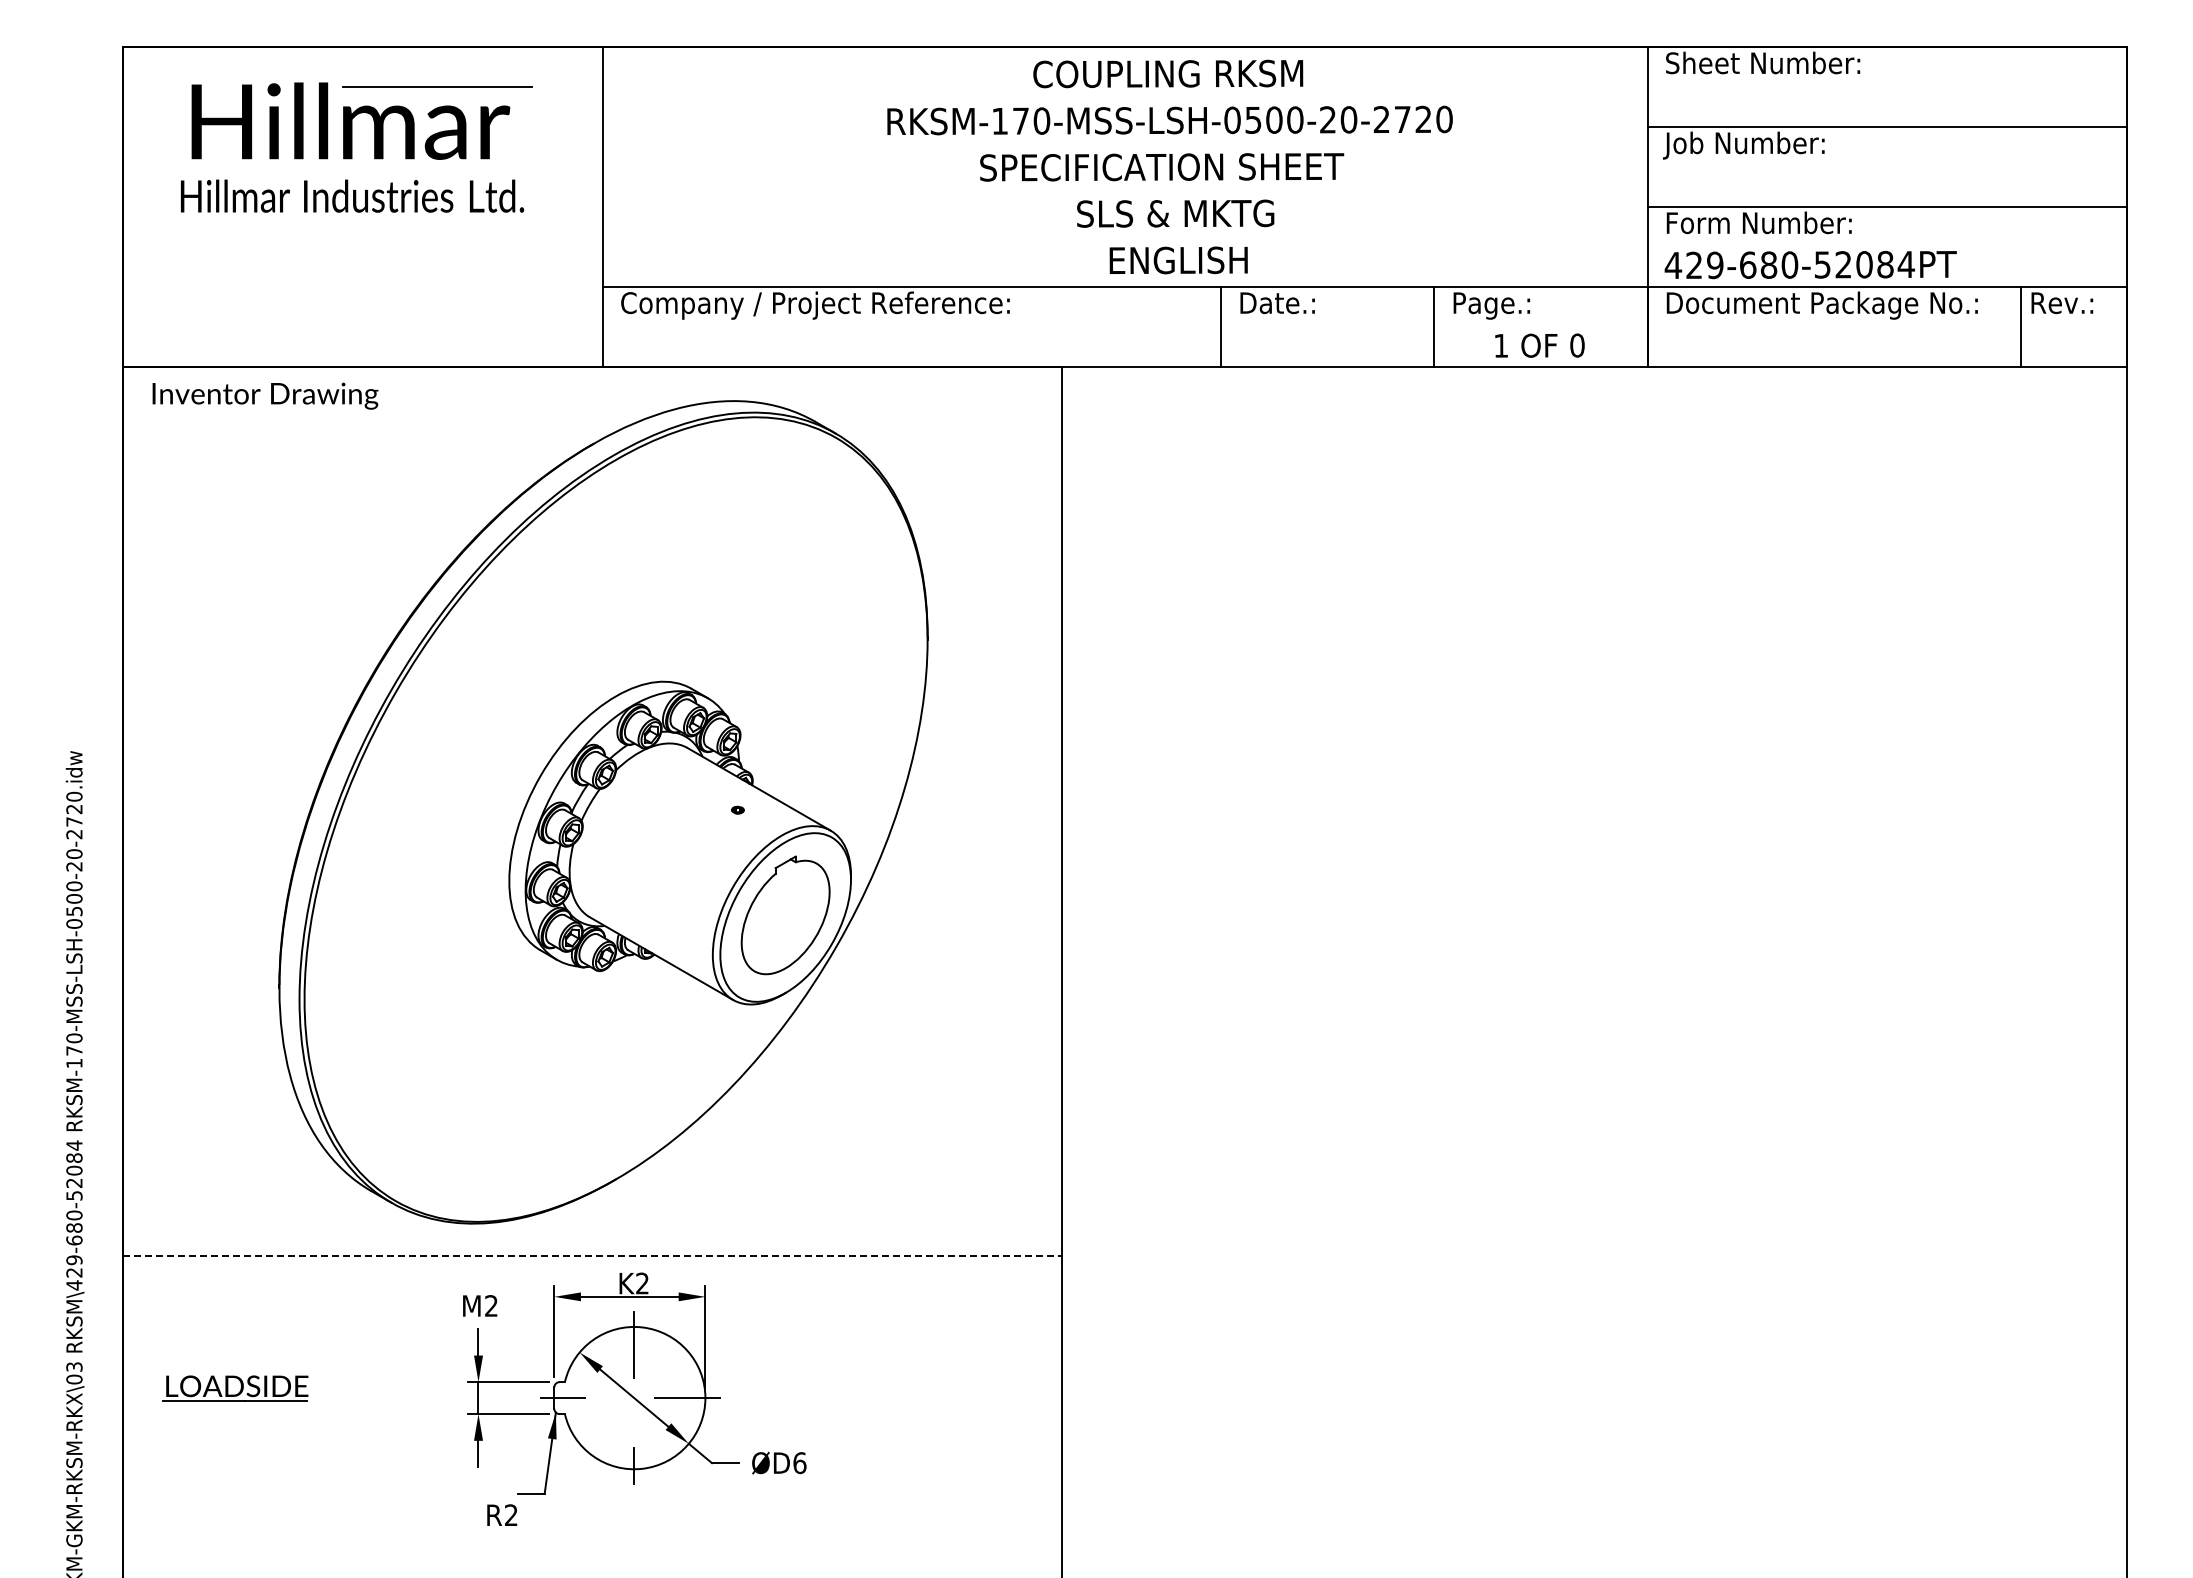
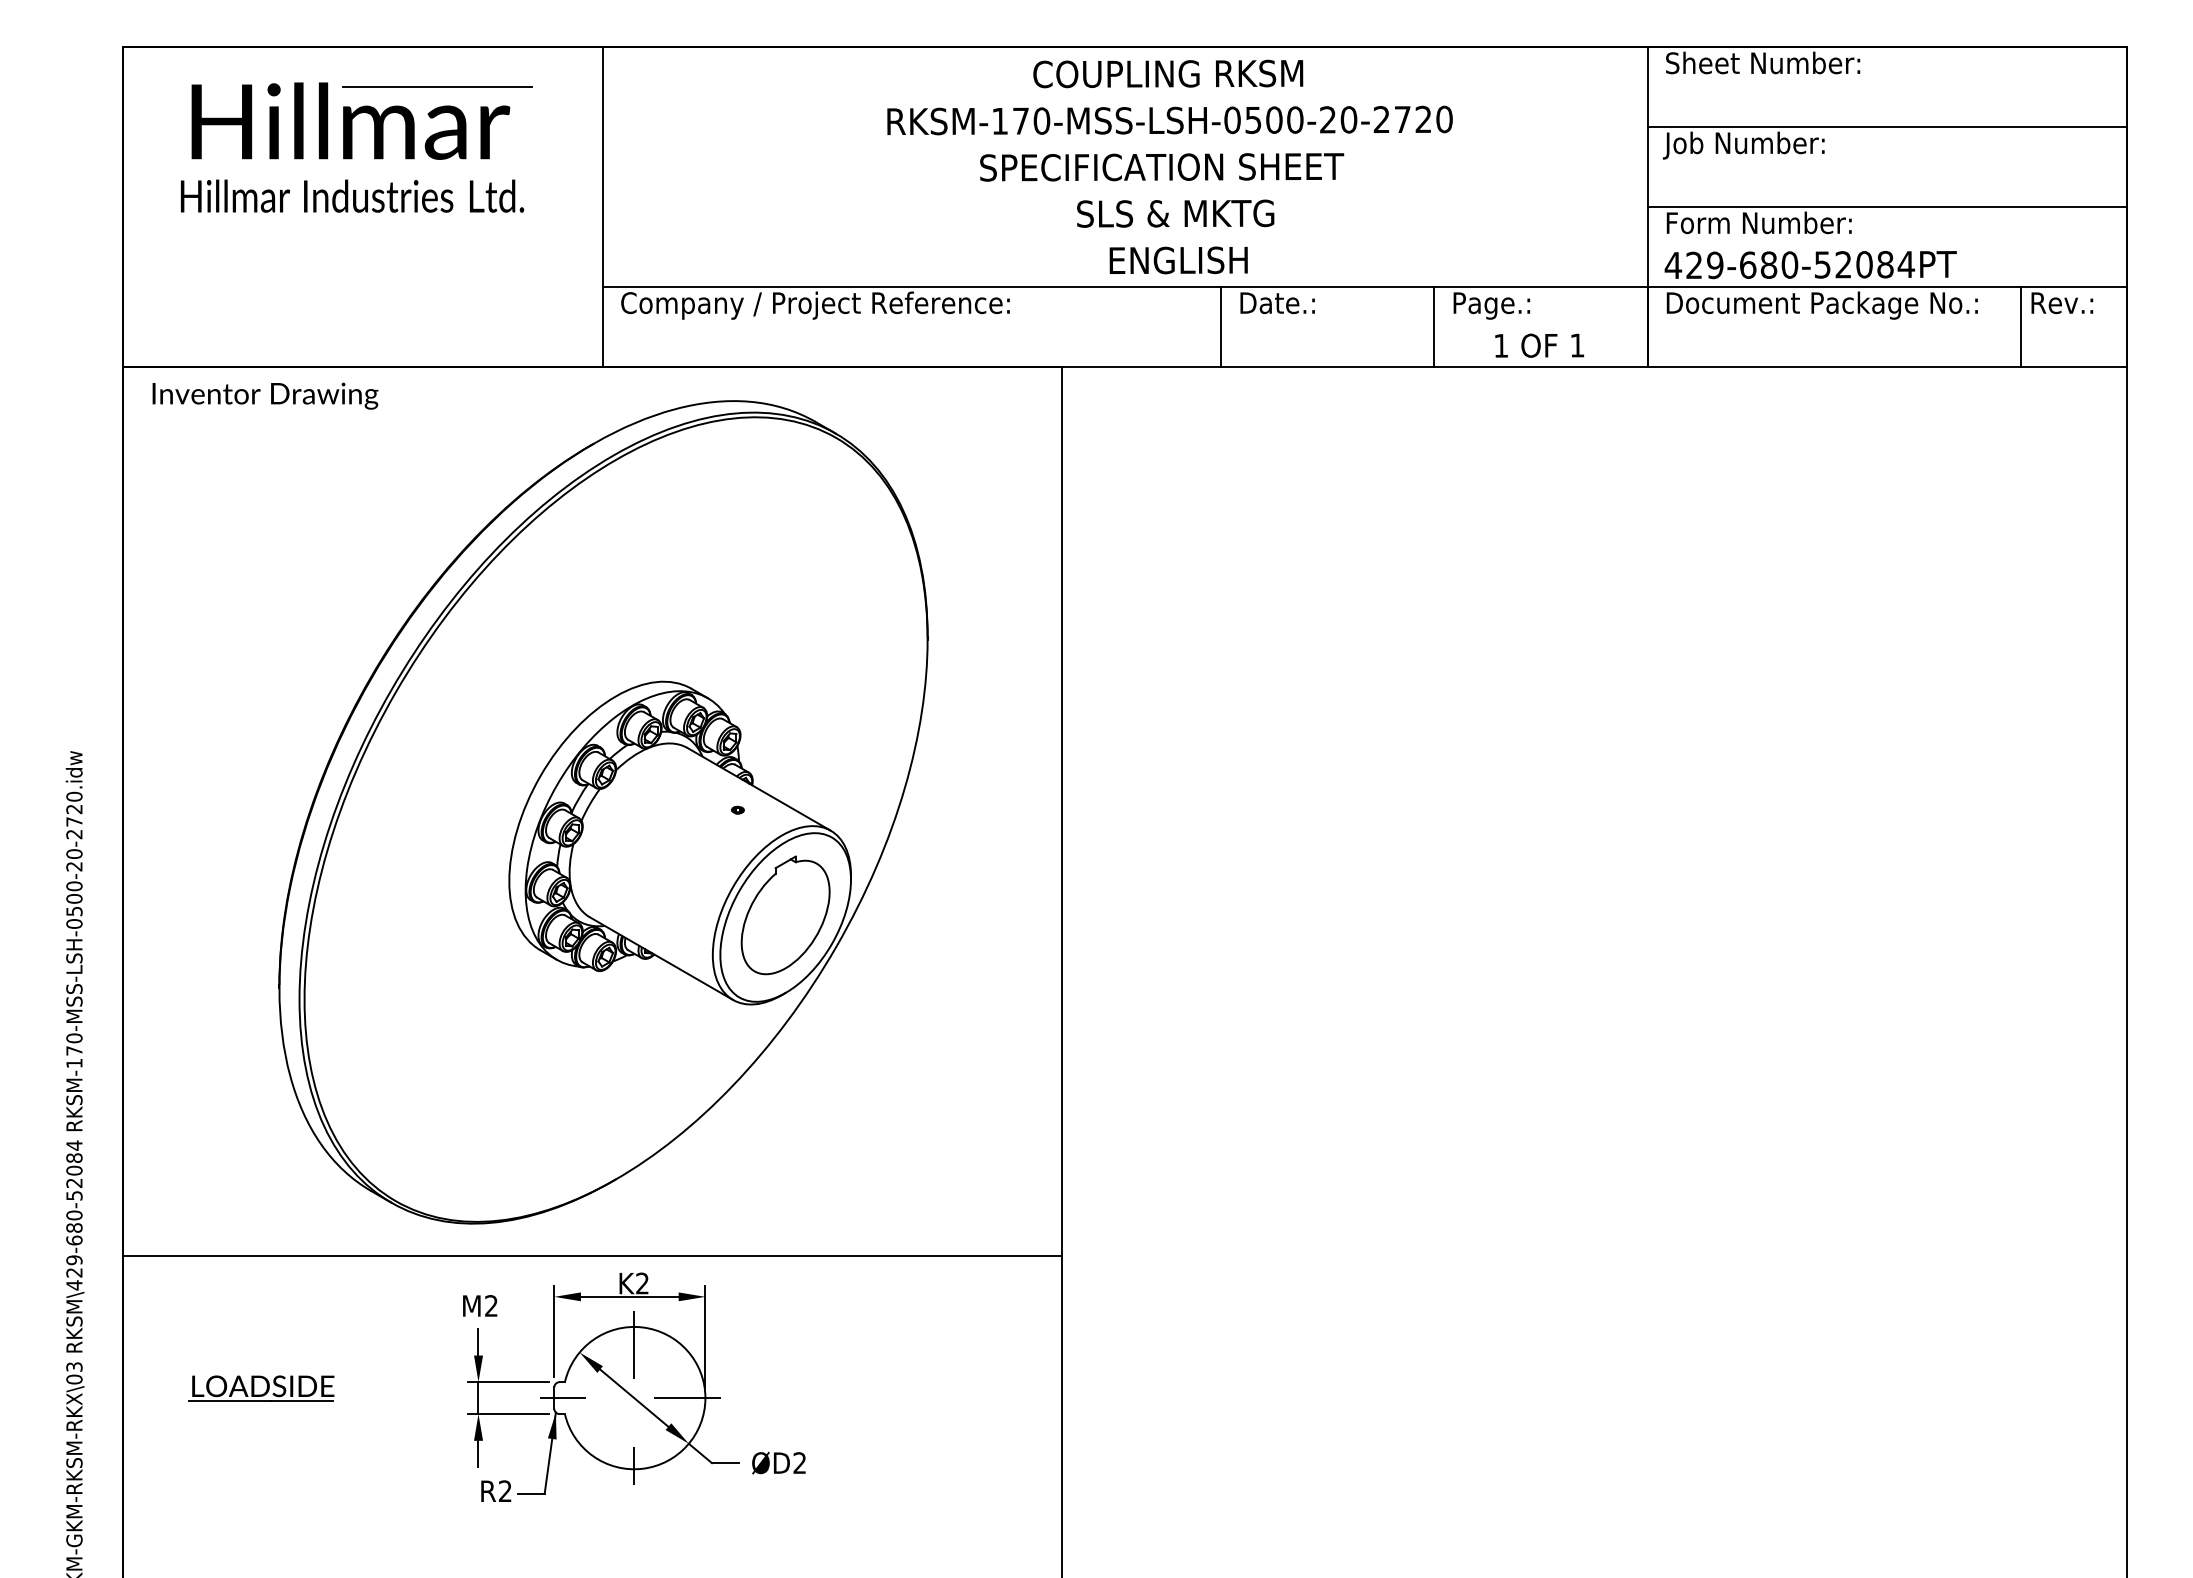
text at (1577, 345): 0 -> 1
line at (593, 1256): dashed -> solid
part at (235, 1388) position: (235, 1388) -> (261, 1388)
text at (799, 1463): ØD6 -> ØD2
text at (502, 1514) position: (502, 1514) -> (496, 1490)
